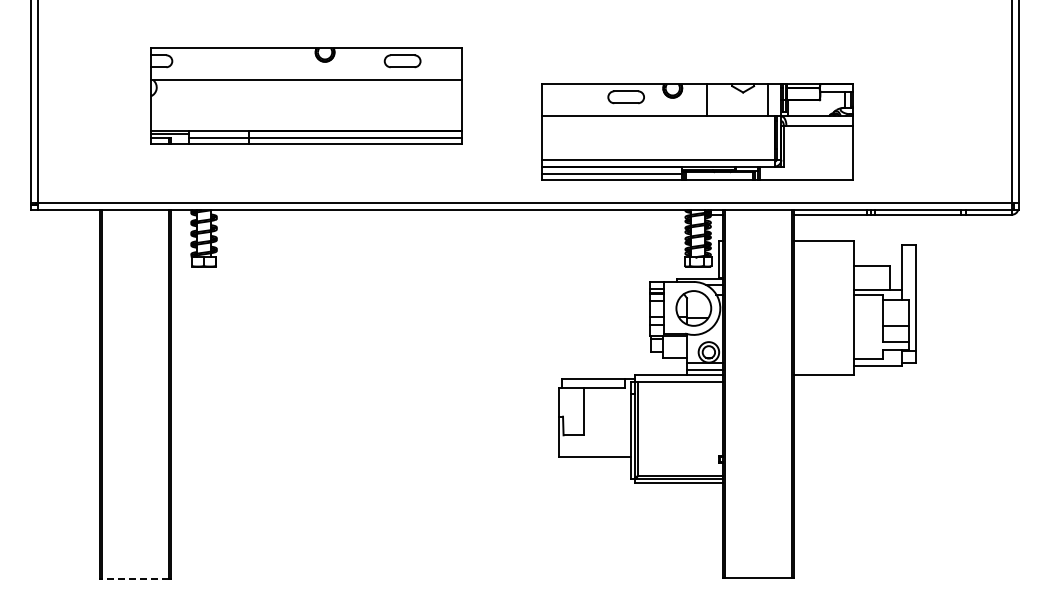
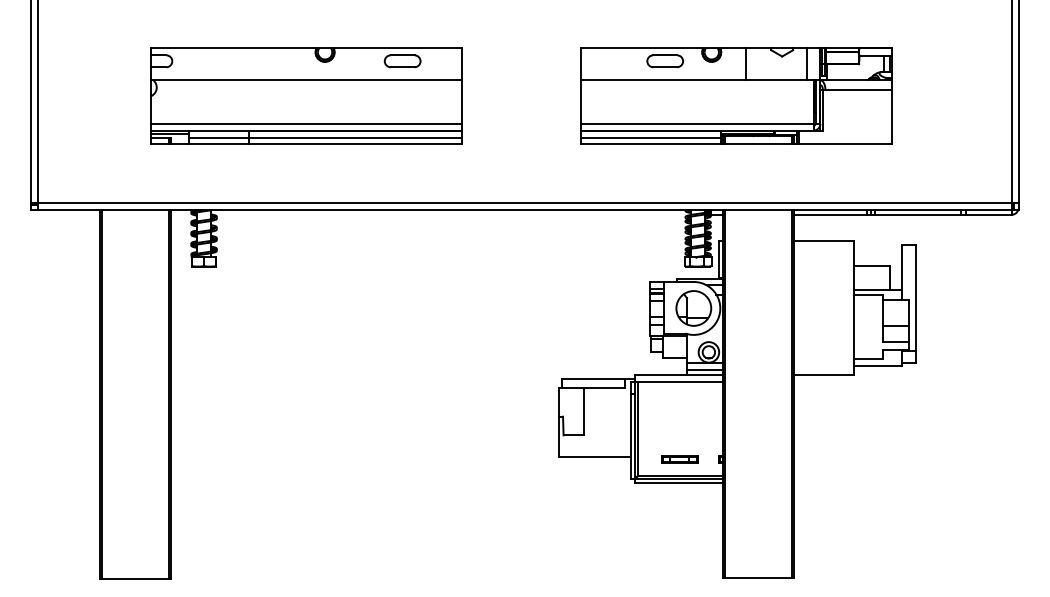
line at (305, 123): none -> present
part at (697, 131) position: (697, 131) -> (736, 95)
part at (679, 459): none -> present
line at (134, 579): dashed -> solid
